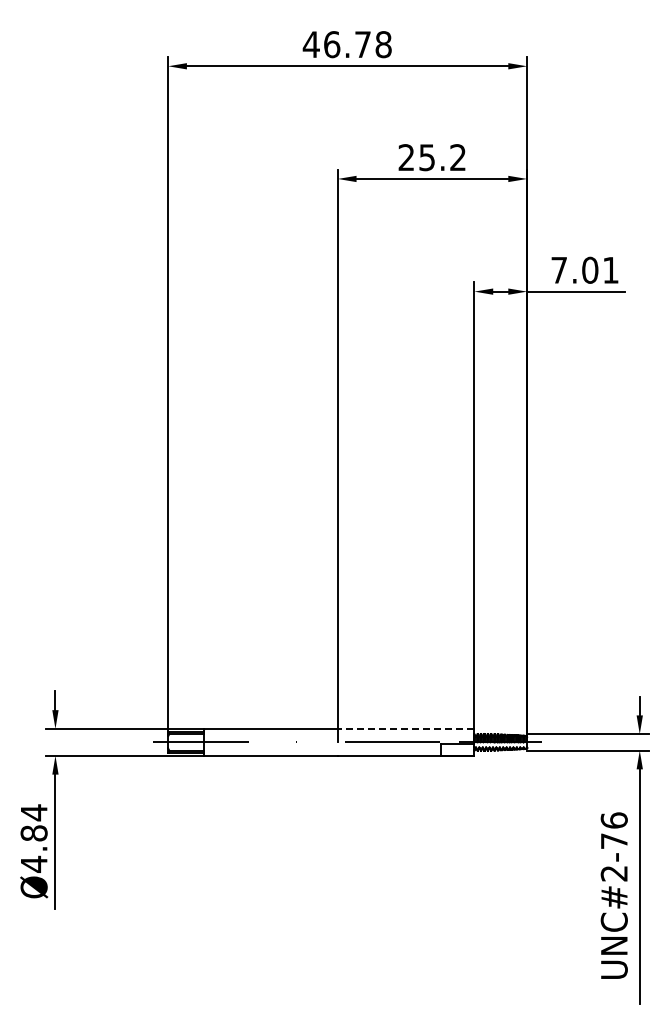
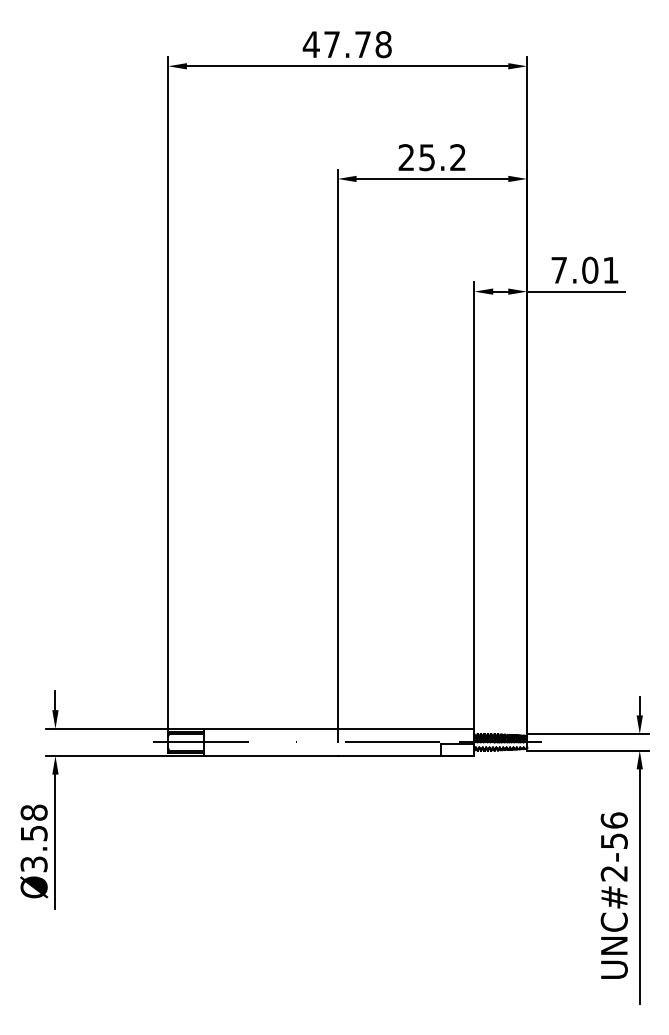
text at (332, 44): 46.78 -> 47.78
line at (405, 728): dashed -> solid
text at (33, 838): Ø4.84 -> Ø3.58
text at (614, 840): UNC#2-76 -> UNC#2-56
